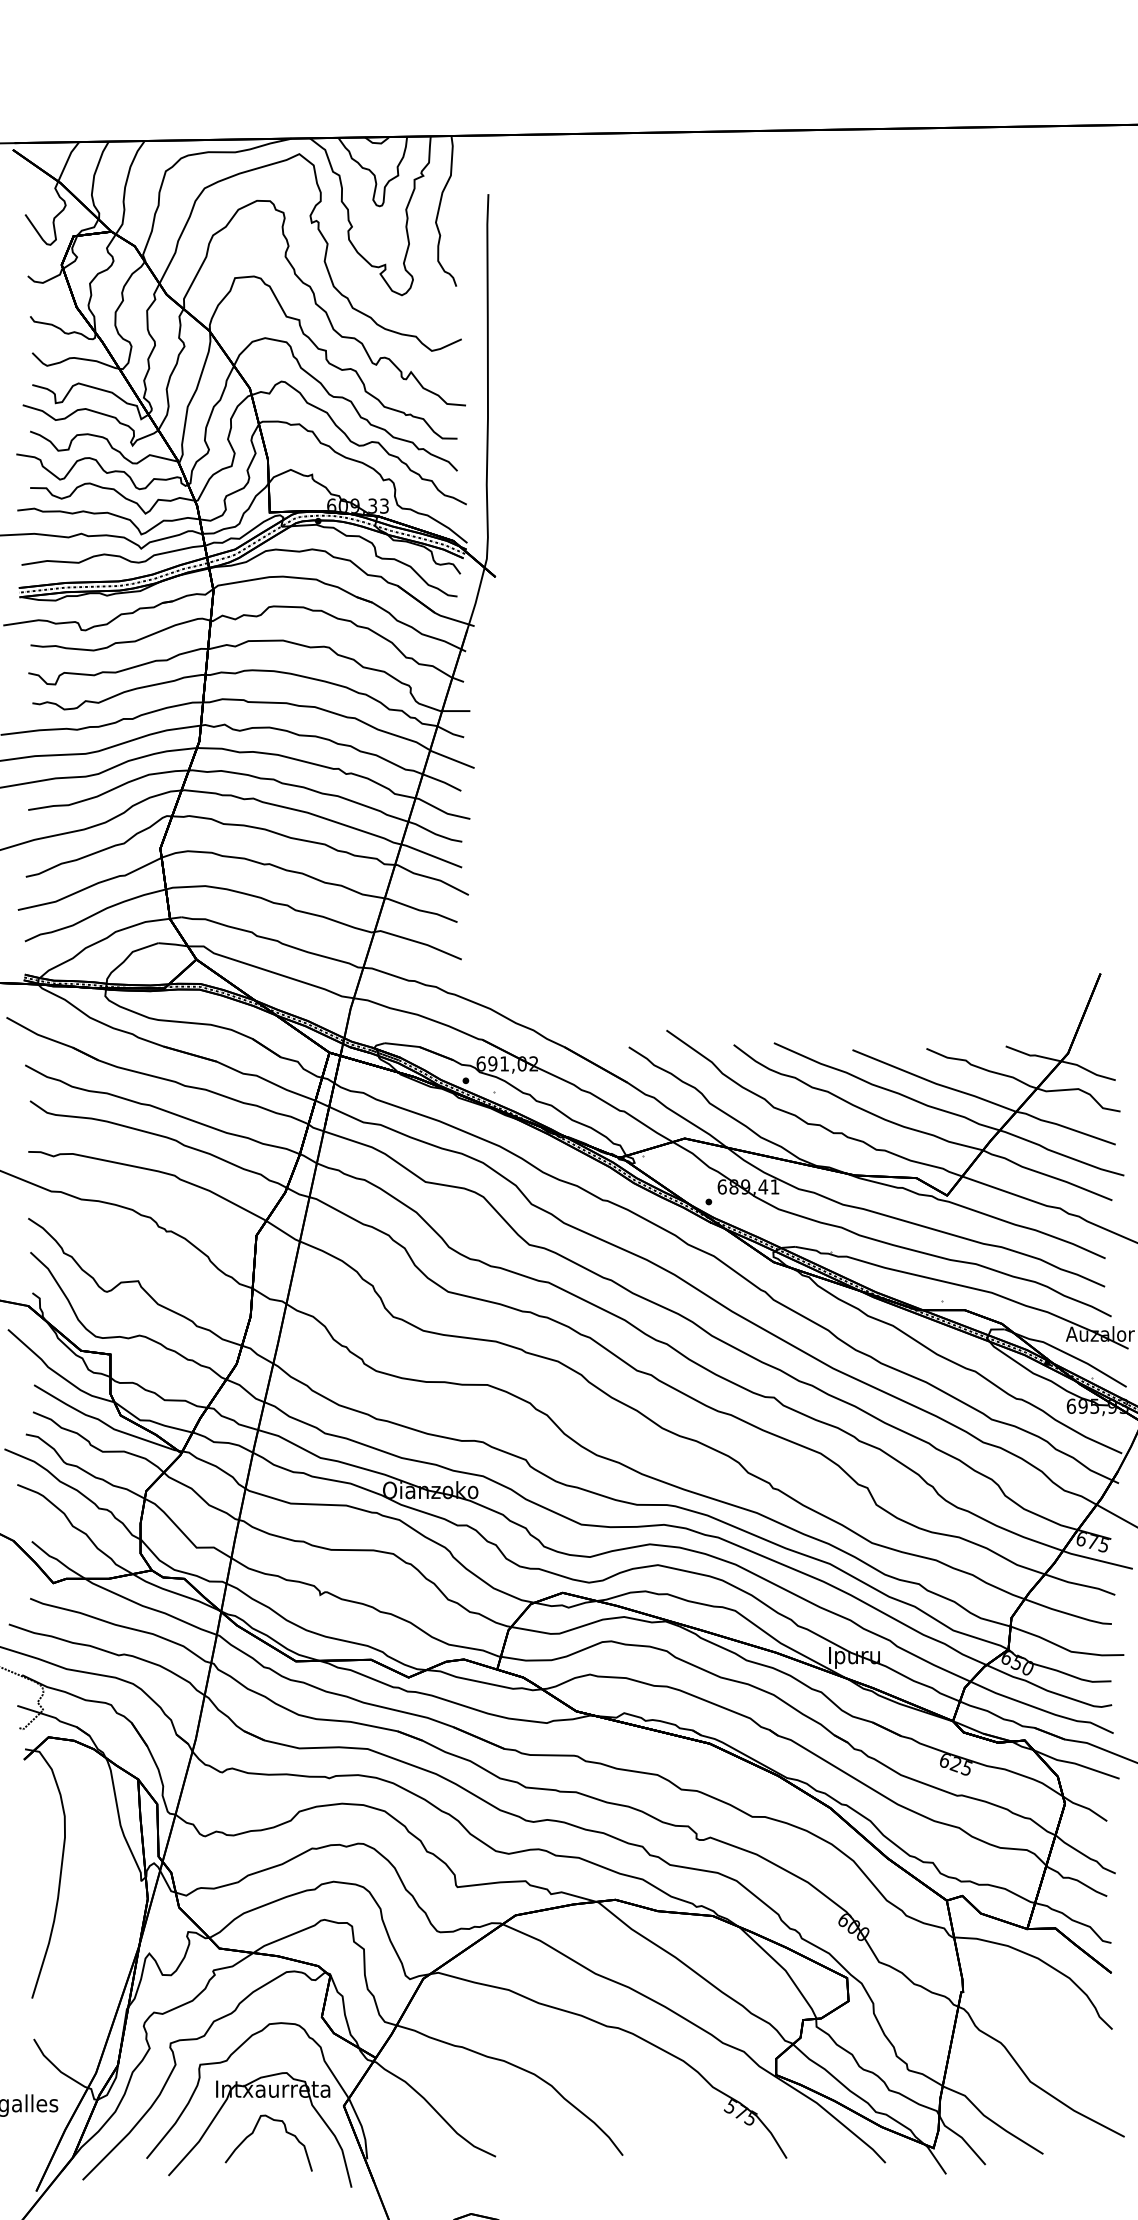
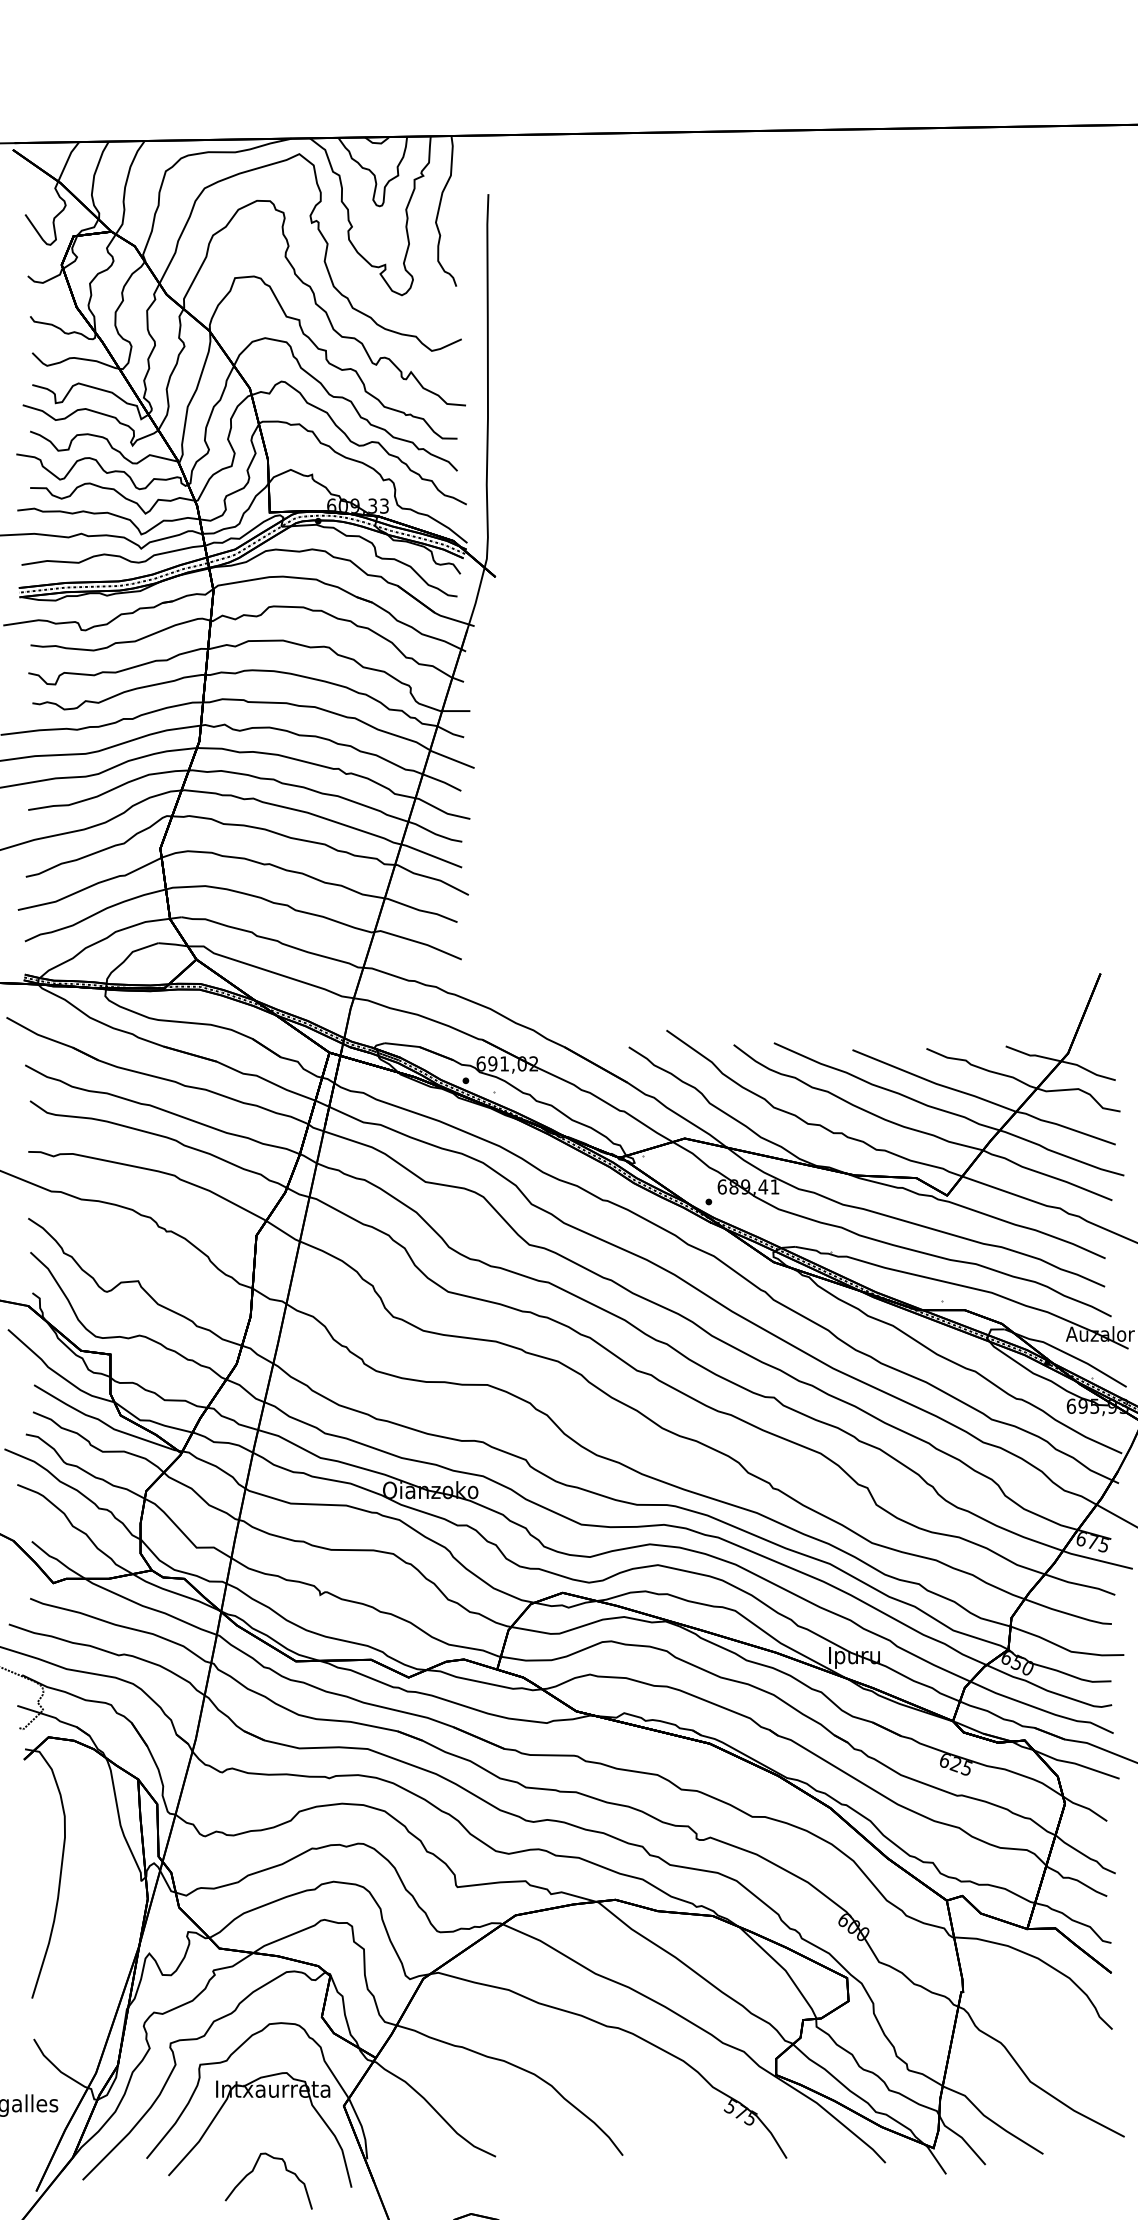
curve at (253, 2133) position: (253, 2133) -> (253, 2171)
